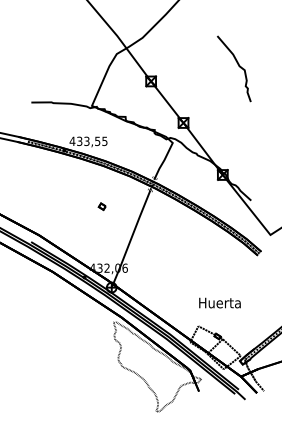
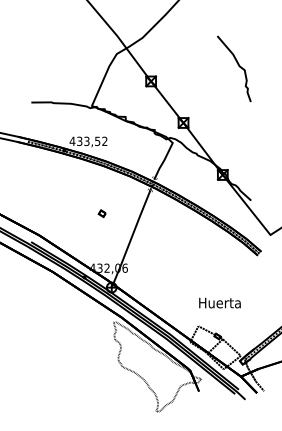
text at (104, 141): 433,55 -> 433,52
part at (101, 206) position: (101, 206) -> (101, 213)
